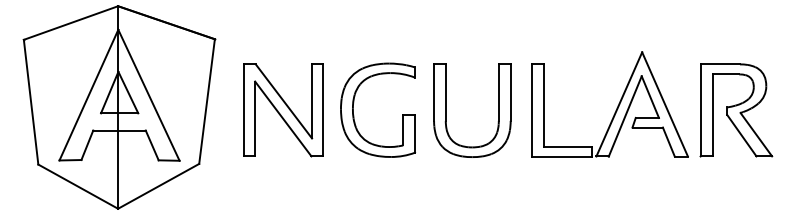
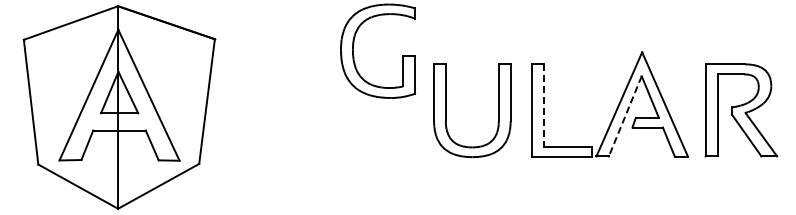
line at (543, 106): solid -> dashed
part at (283, 110): present -> none
part at (736, 110) position: (736, 110) -> (741, 110)
part at (354, 115) position: (354, 115) -> (354, 56)
line at (625, 116): solid -> dashed
